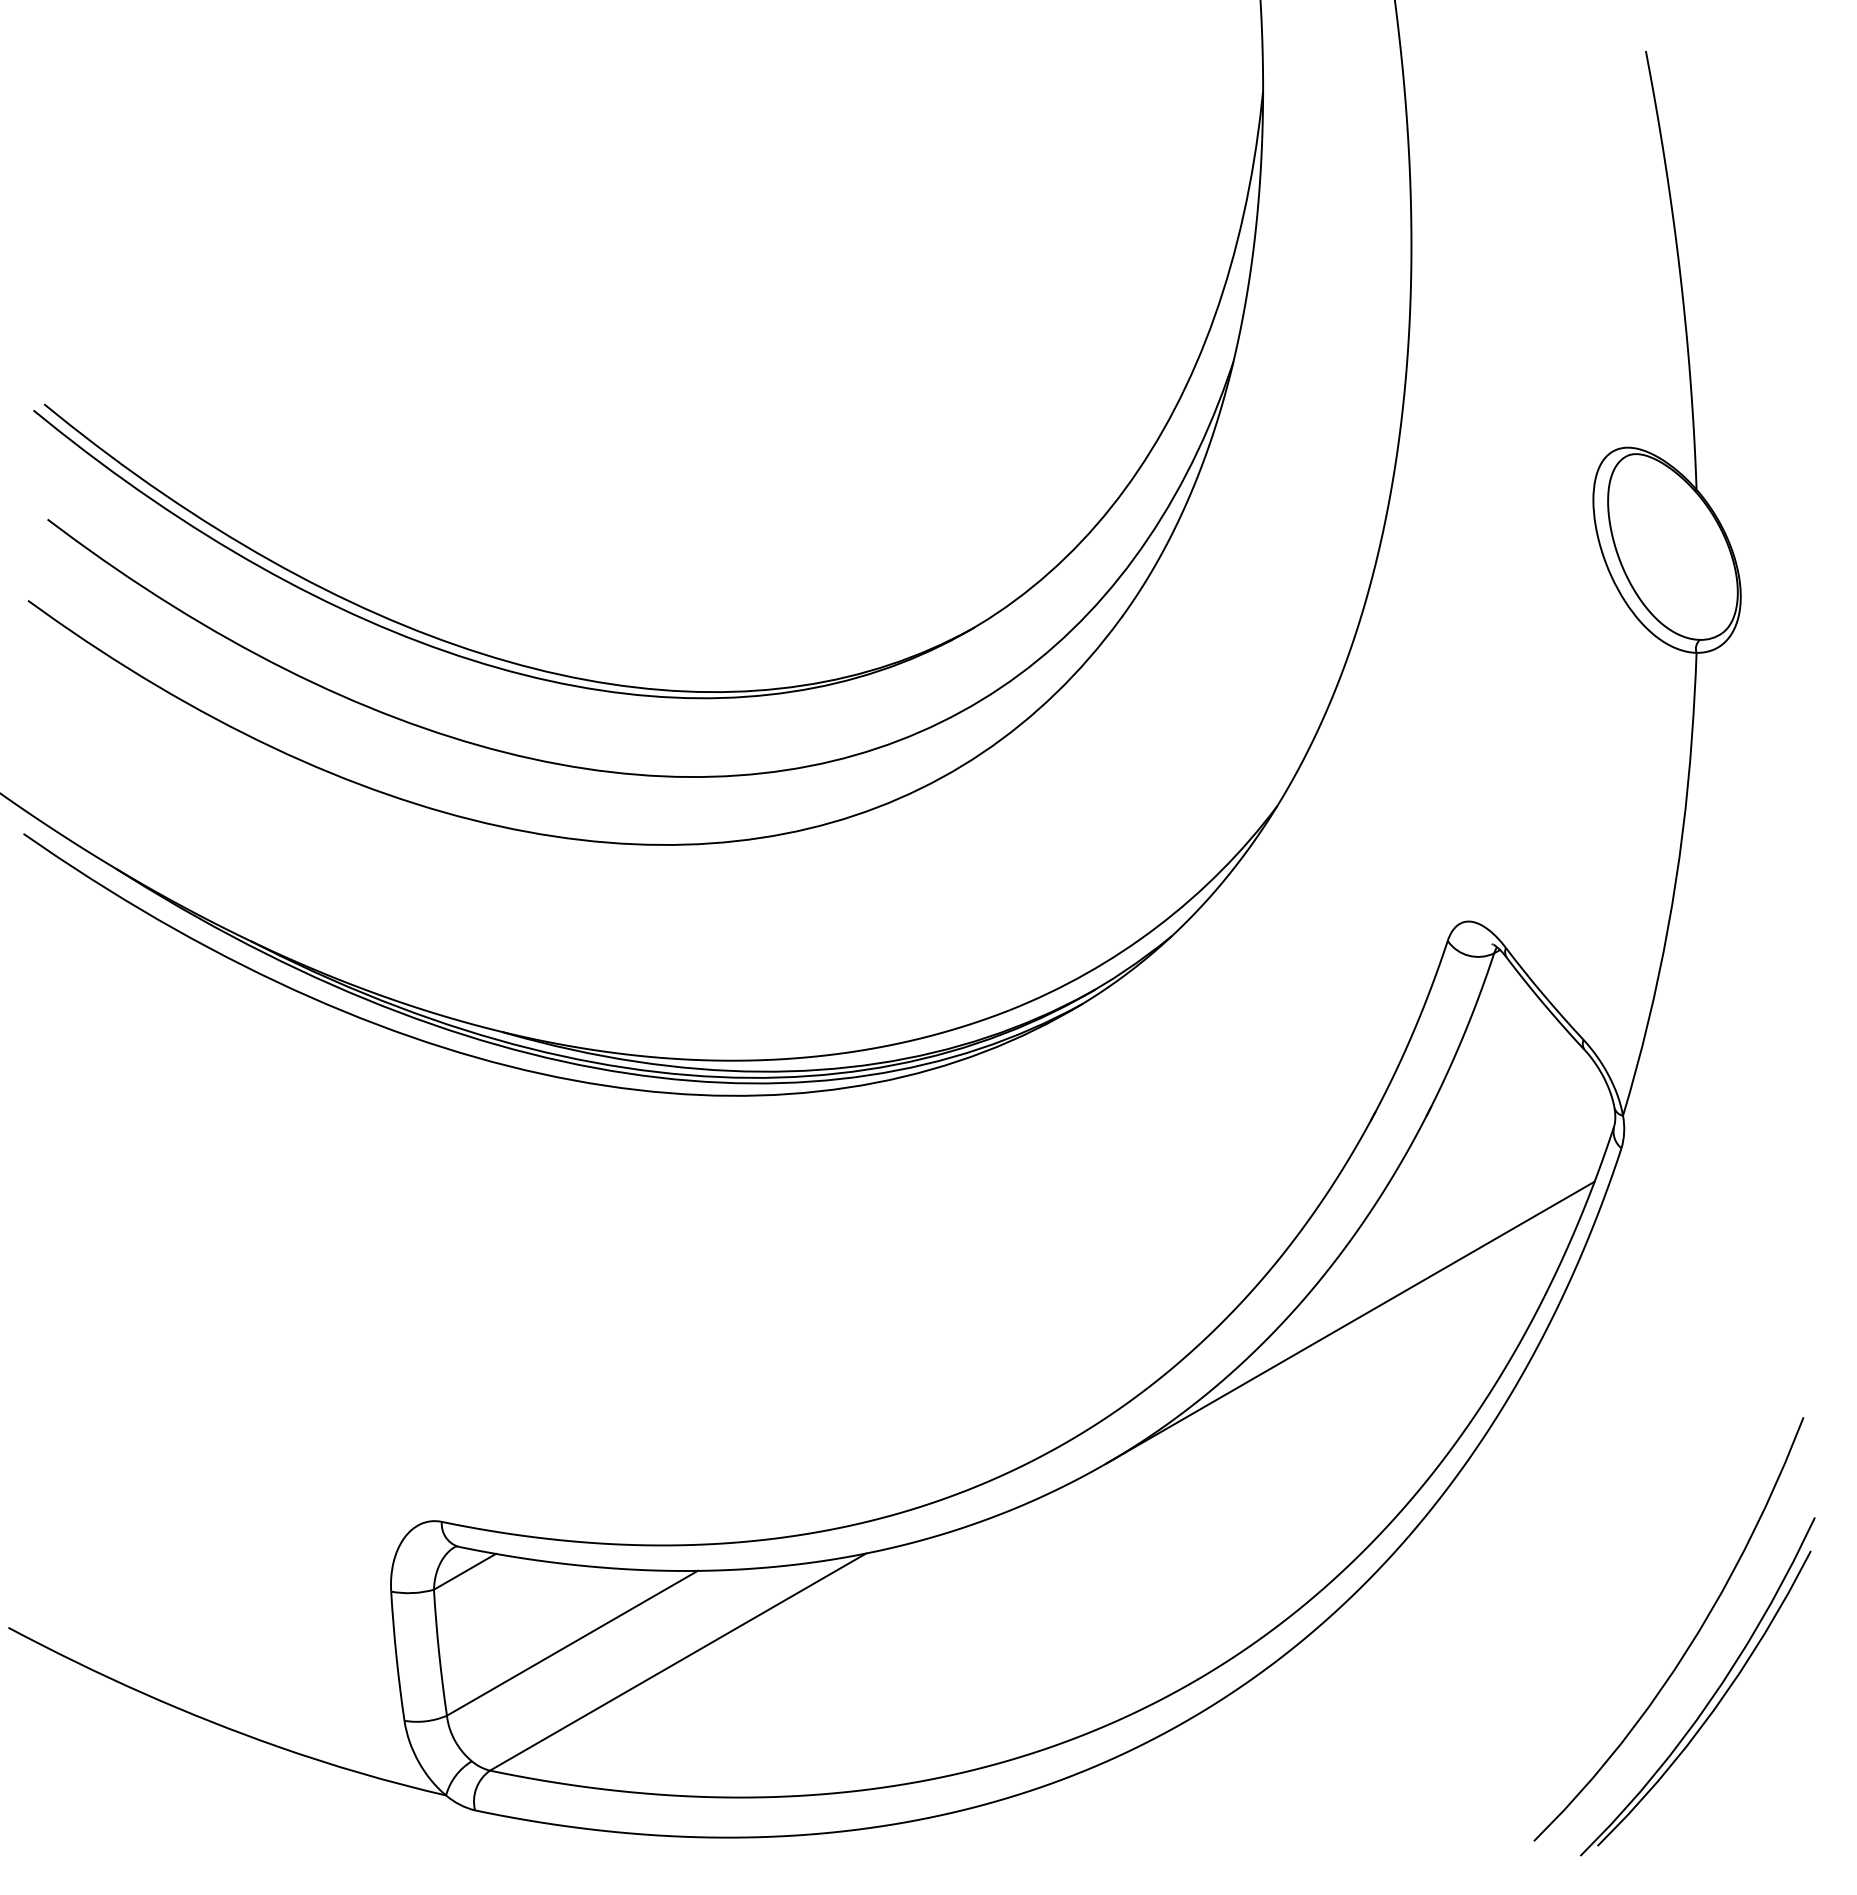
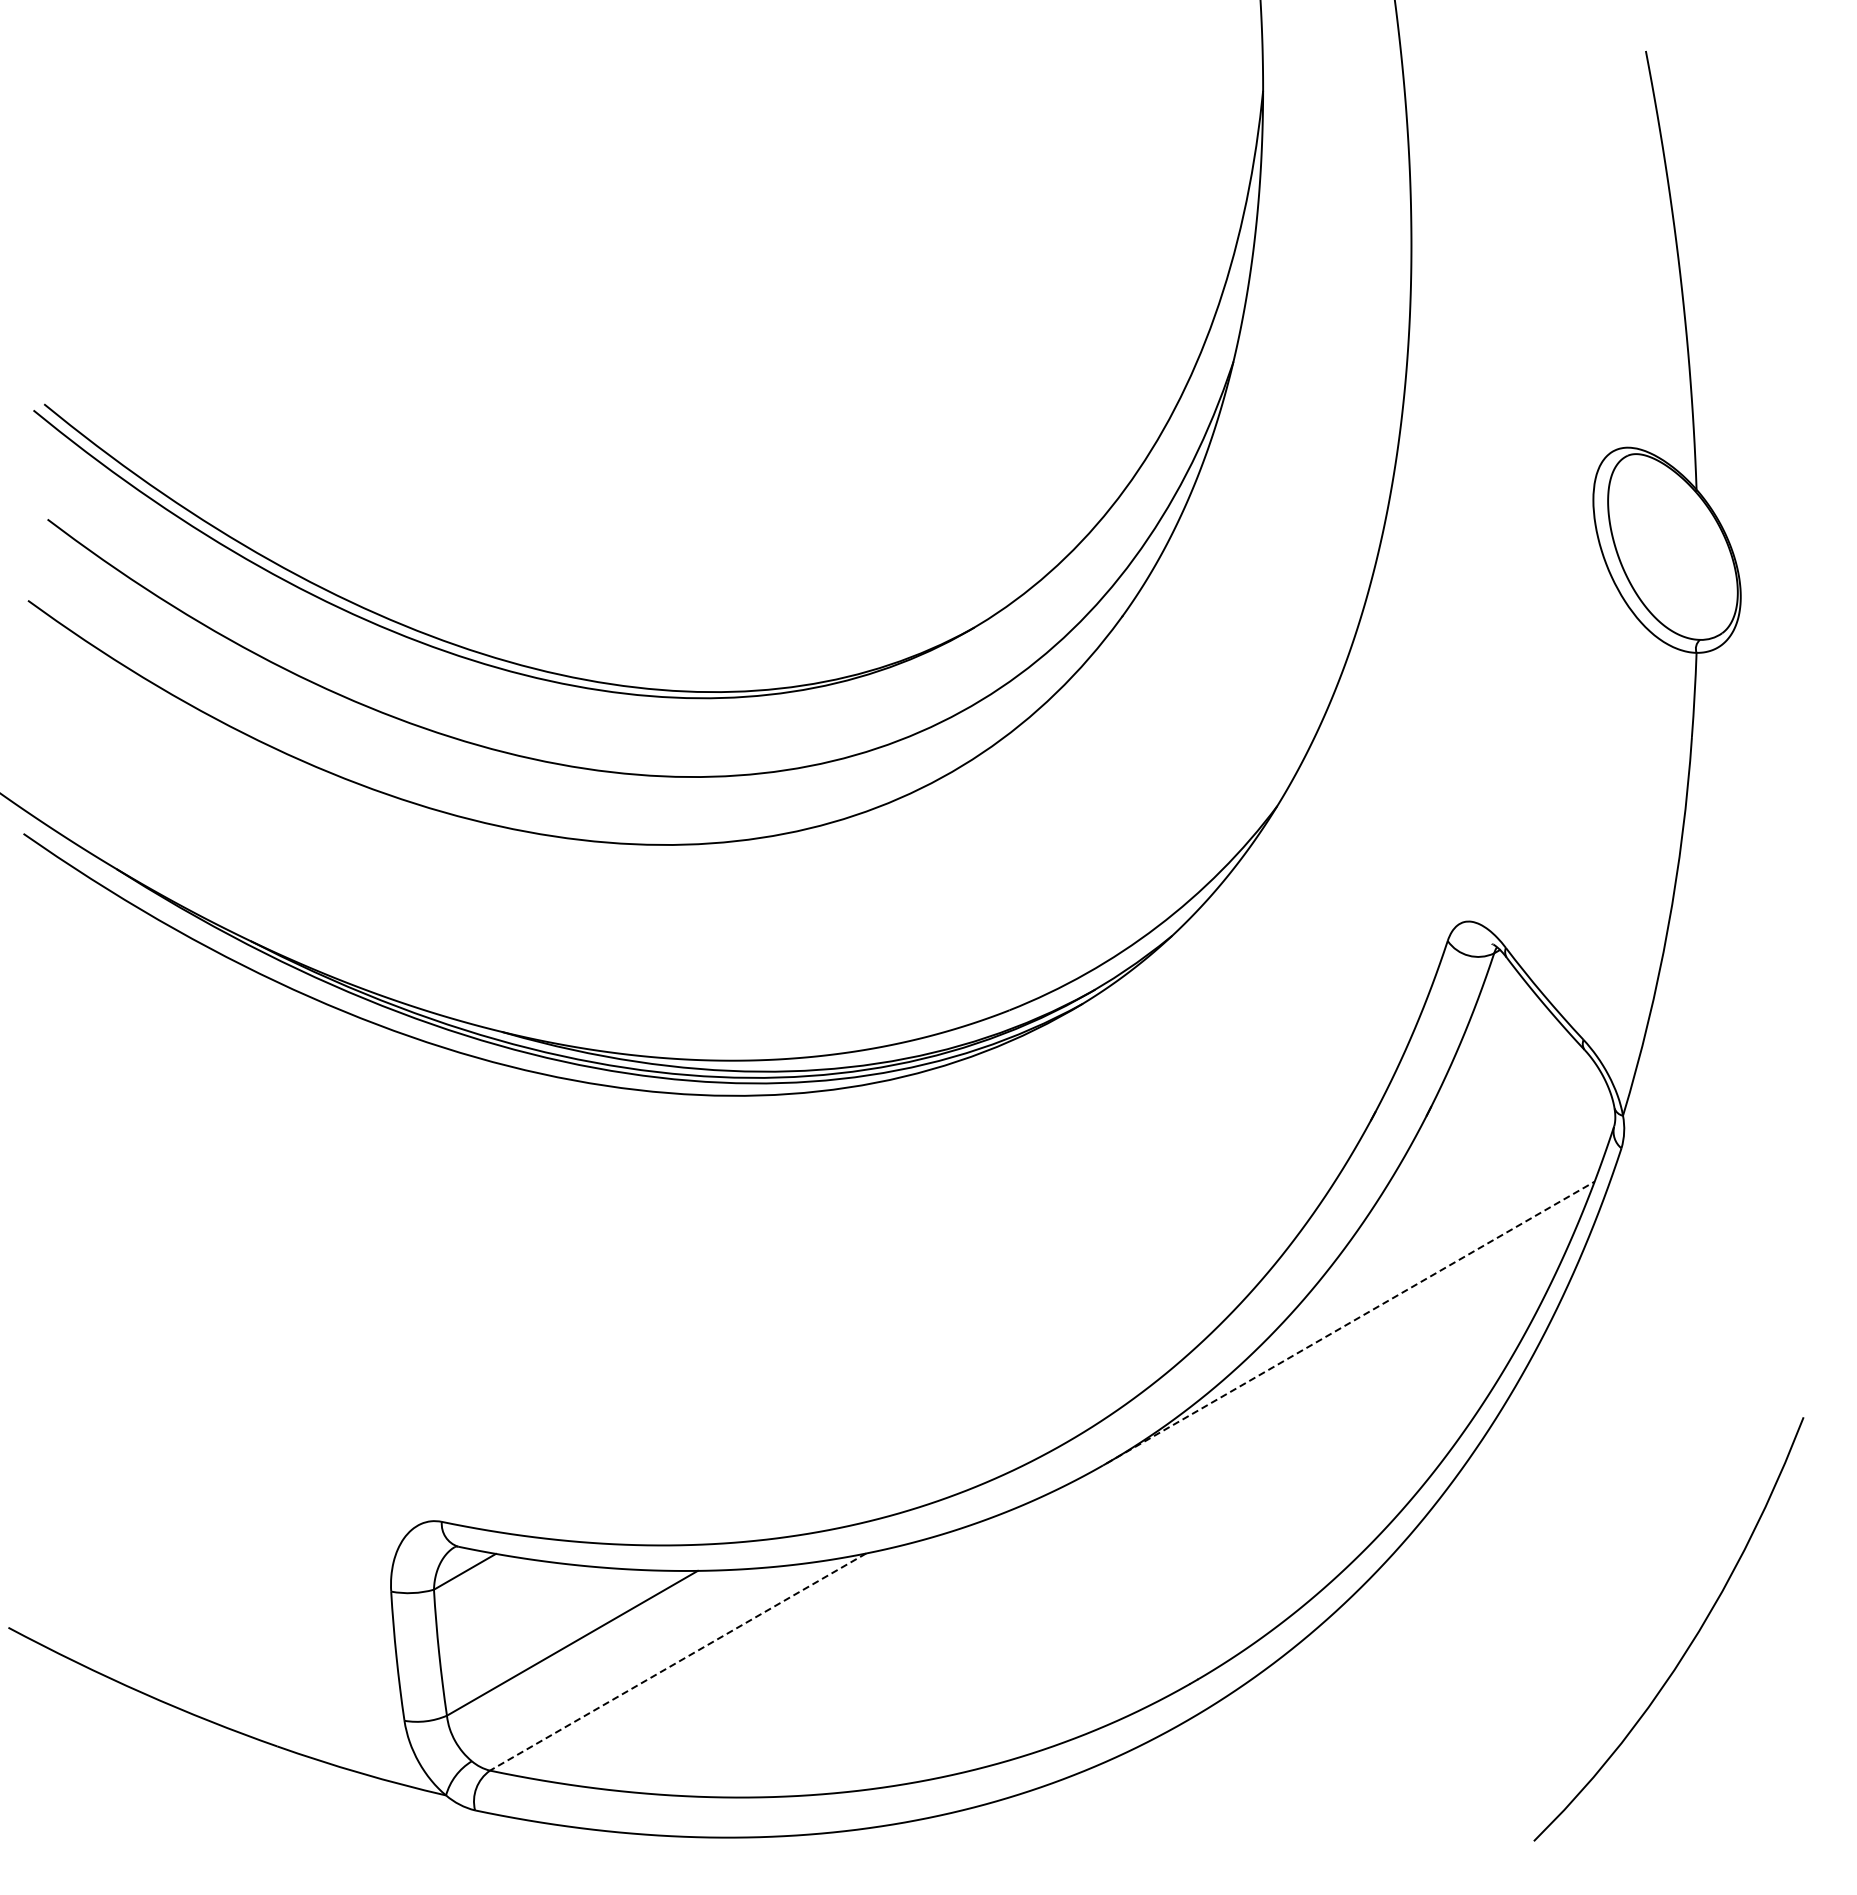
line at (1350, 1322): solid -> dashed
line at (677, 1662): solid -> dashed
part at (1712, 1695): present -> none
